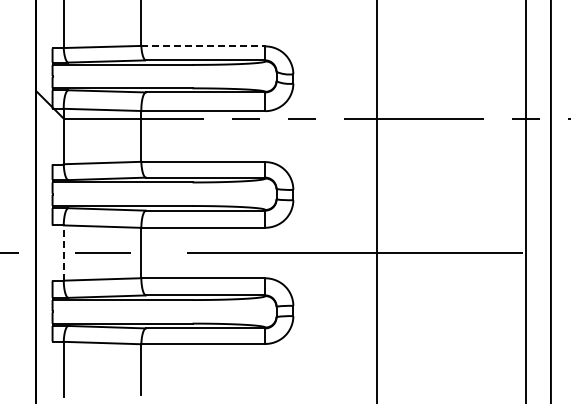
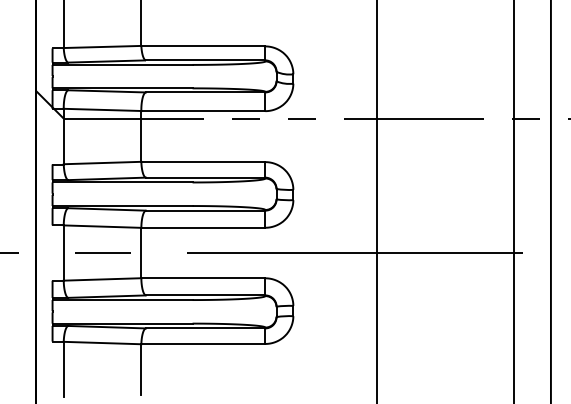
line at (203, 46): dashed -> solid
line at (526, 201) position: (526, 201) -> (514, 201)
line at (63, 253): dashed -> solid
